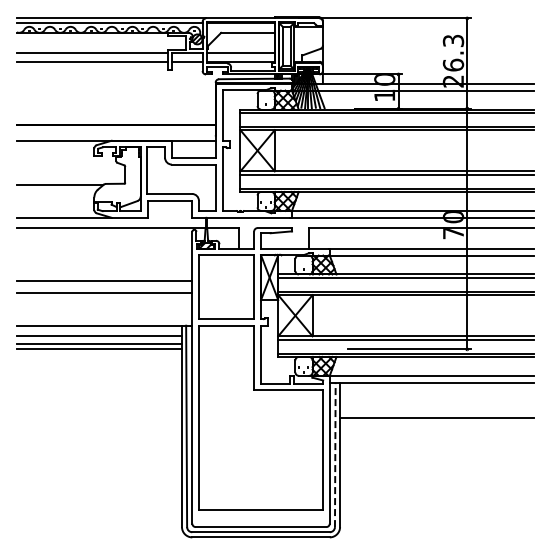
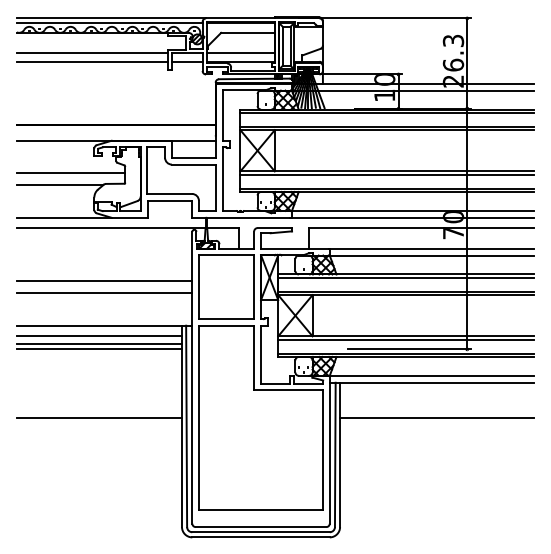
line at (71, 173): none -> present
line at (99, 418): none -> present
line at (335, 454): dashed -> solid
